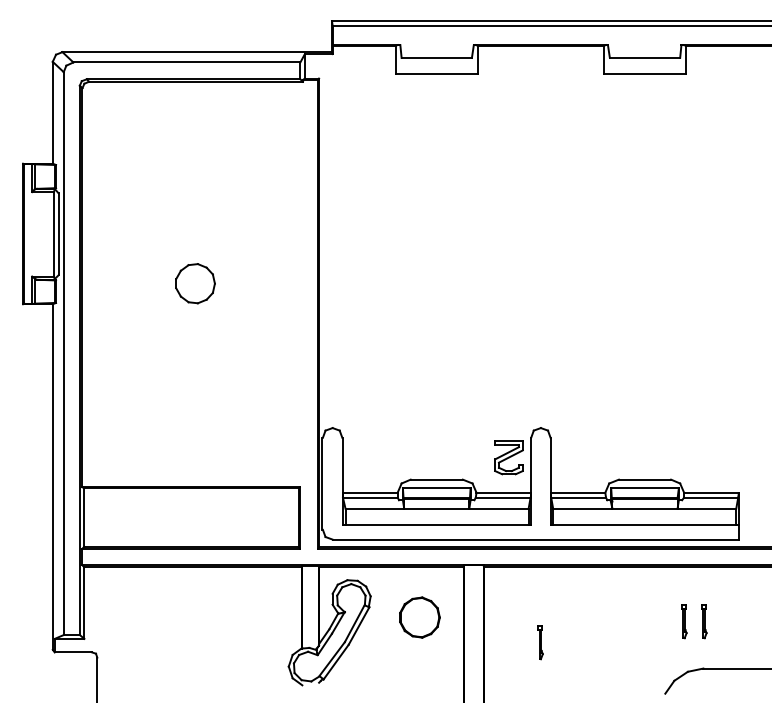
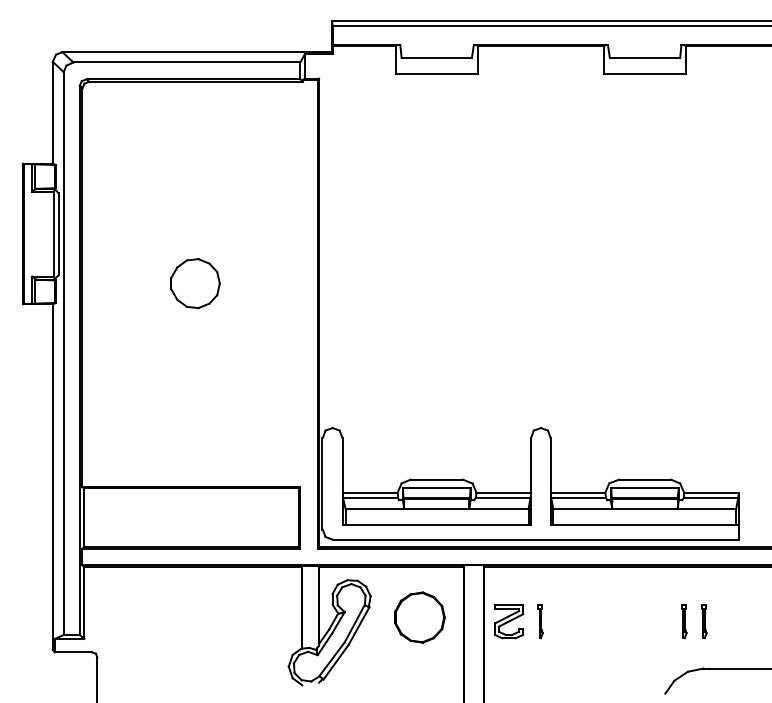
part at (195, 283) size: 41x42 px -> 51x52 px
part at (508, 457) position: (508, 457) -> (508, 621)
part at (419, 617) size: 42x43 px -> 52x53 px
part at (540, 642) position: (540, 642) -> (540, 621)
